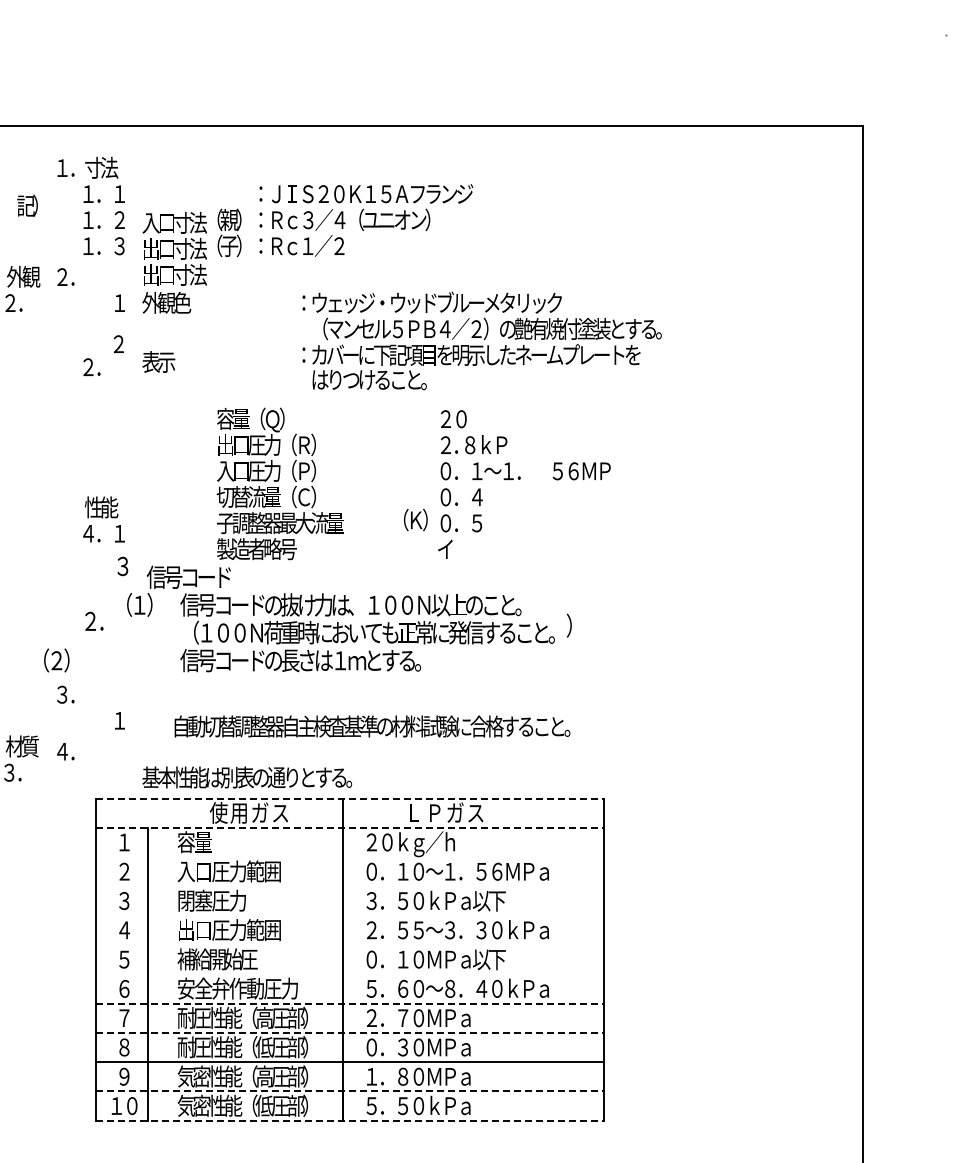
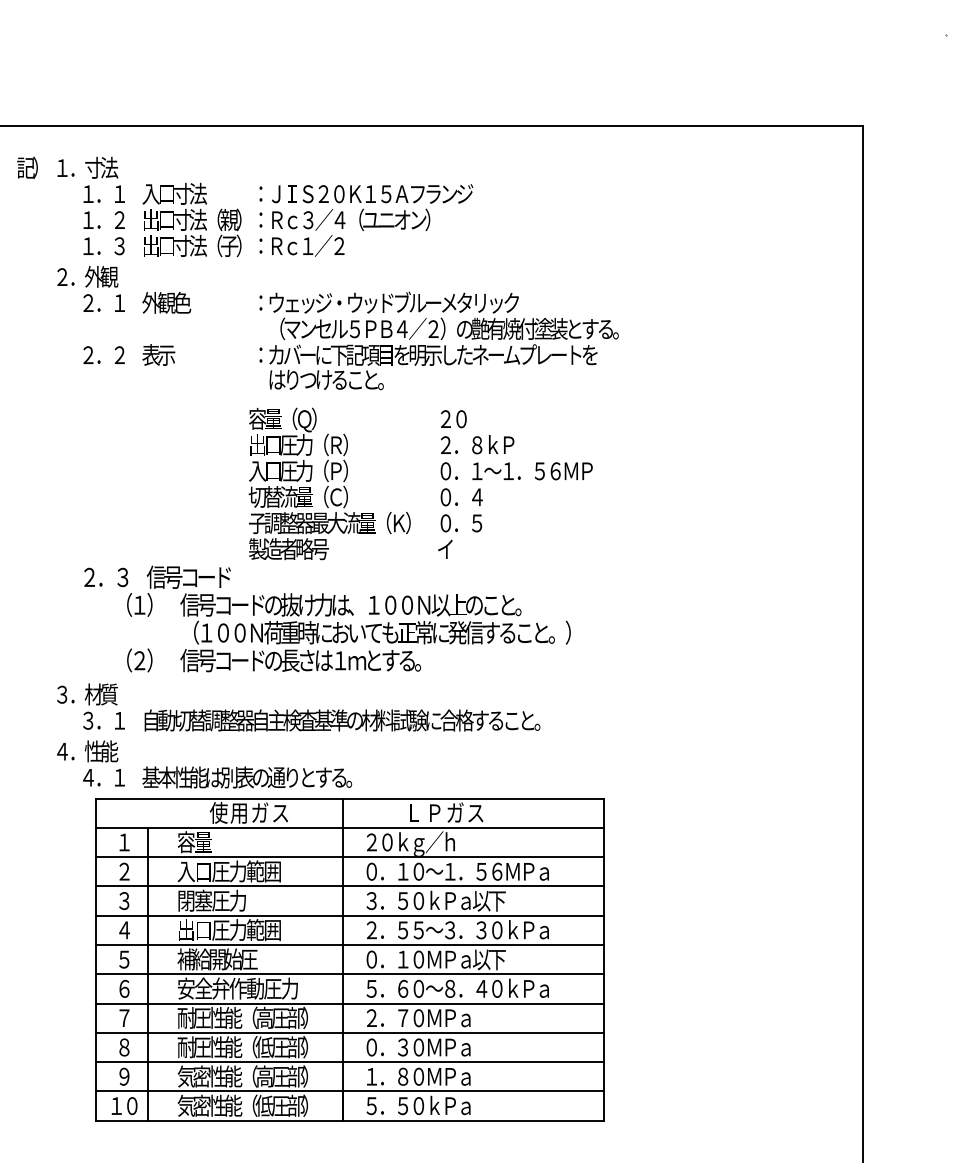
text at (27, 205) position: (27, 205) -> (27, 167)
text at (174, 248) position: (174, 248) -> (174, 219)
text at (22, 288) position: (22, 288) -> (100, 288)
text at (481, 340) position: (481, 340) -> (438, 340)
text at (118, 343) position: (118, 343) -> (119, 354)
text at (158, 361) position: (158, 361) -> (158, 354)
text at (91, 366) position: (91, 366) -> (91, 354)
text at (486, 444) position: (486, 444) -> (493, 444)
text at (581, 471) position: (581, 471) -> (563, 471)
text at (279, 483) position: (279, 483) -> (311, 483)
text at (103, 519) position: (103, 519) -> (103, 763)
text at (415, 520) position: (415, 520) -> (398, 523)
text at (122, 566) position: (122, 566) -> (122, 577)
text at (94, 620) position: (94, 620) -> (93, 576)
text at (568, 625) position: (568, 625) -> (567, 632)
text at (56, 660) position: (56, 660) -> (139, 660)
text at (372, 726) position: (372, 726) -> (342, 720)
text at (21, 758) position: (21, 758) -> (100, 706)
line at (349, 798): dashed -> solid
line at (349, 827): dashed -> solid
line at (349, 857): none -> present
line at (349, 886): none -> present
line at (349, 915): none -> present
line at (349, 945): none -> present
line at (349, 974): none -> present
line at (349, 1003): dashed -> solid
line at (349, 1032): dashed -> solid
line at (349, 1091): dashed -> solid
line at (349, 1120): dashed -> solid
